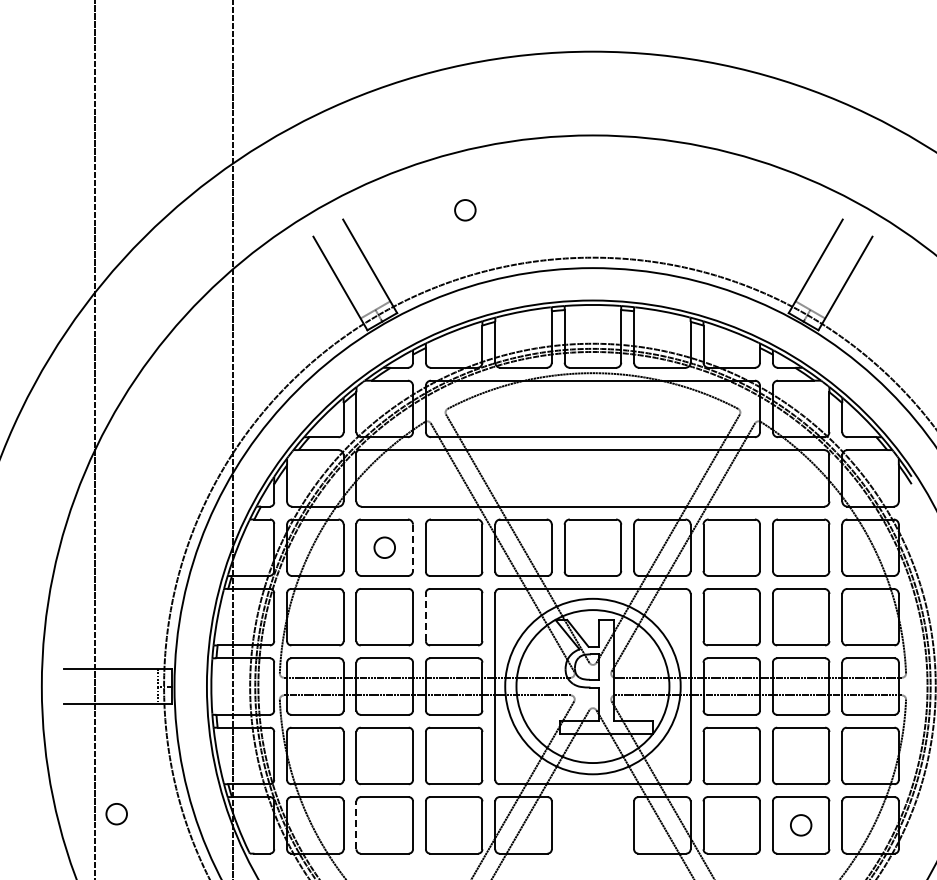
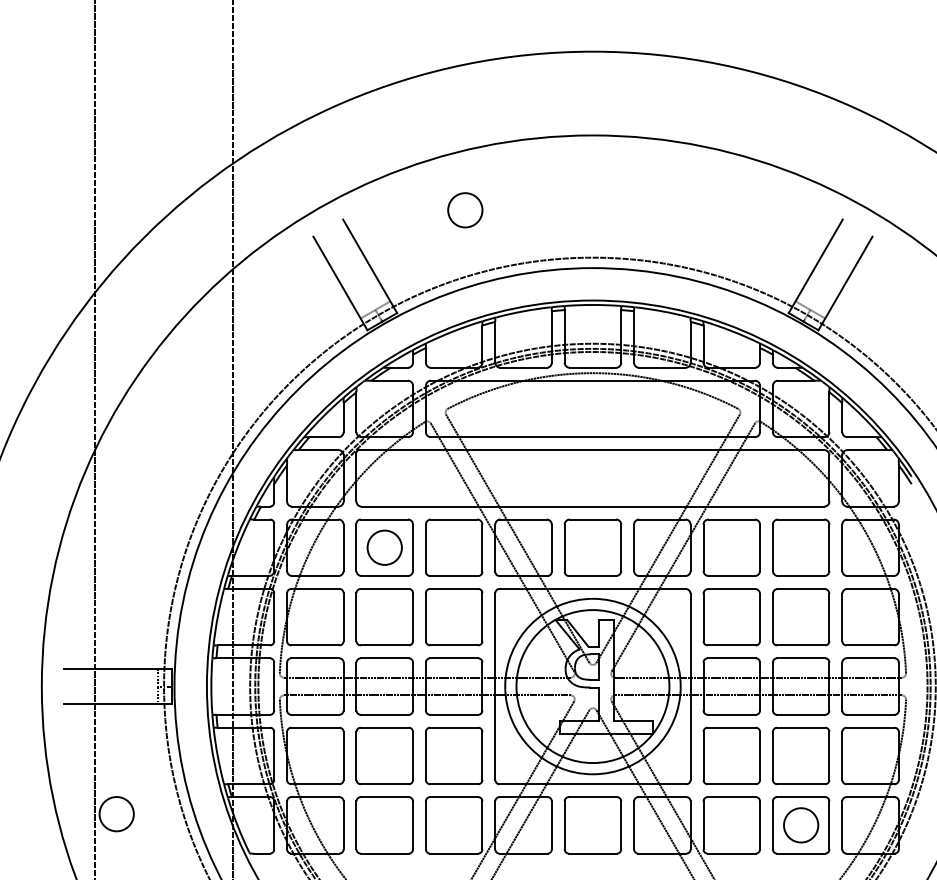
circle at (465, 210) diameter: 21 px -> 34 px
circle at (384, 547) diameter: 21 px -> 34 px
line at (413, 548): dashed -> solid
line at (425, 617): dashed -> solid
circle at (116, 813) diameter: 21 px -> 34 px
line at (356, 825): dashed -> solid
part at (592, 825): none -> present
circle at (800, 825) diameter: 21 px -> 34 px
